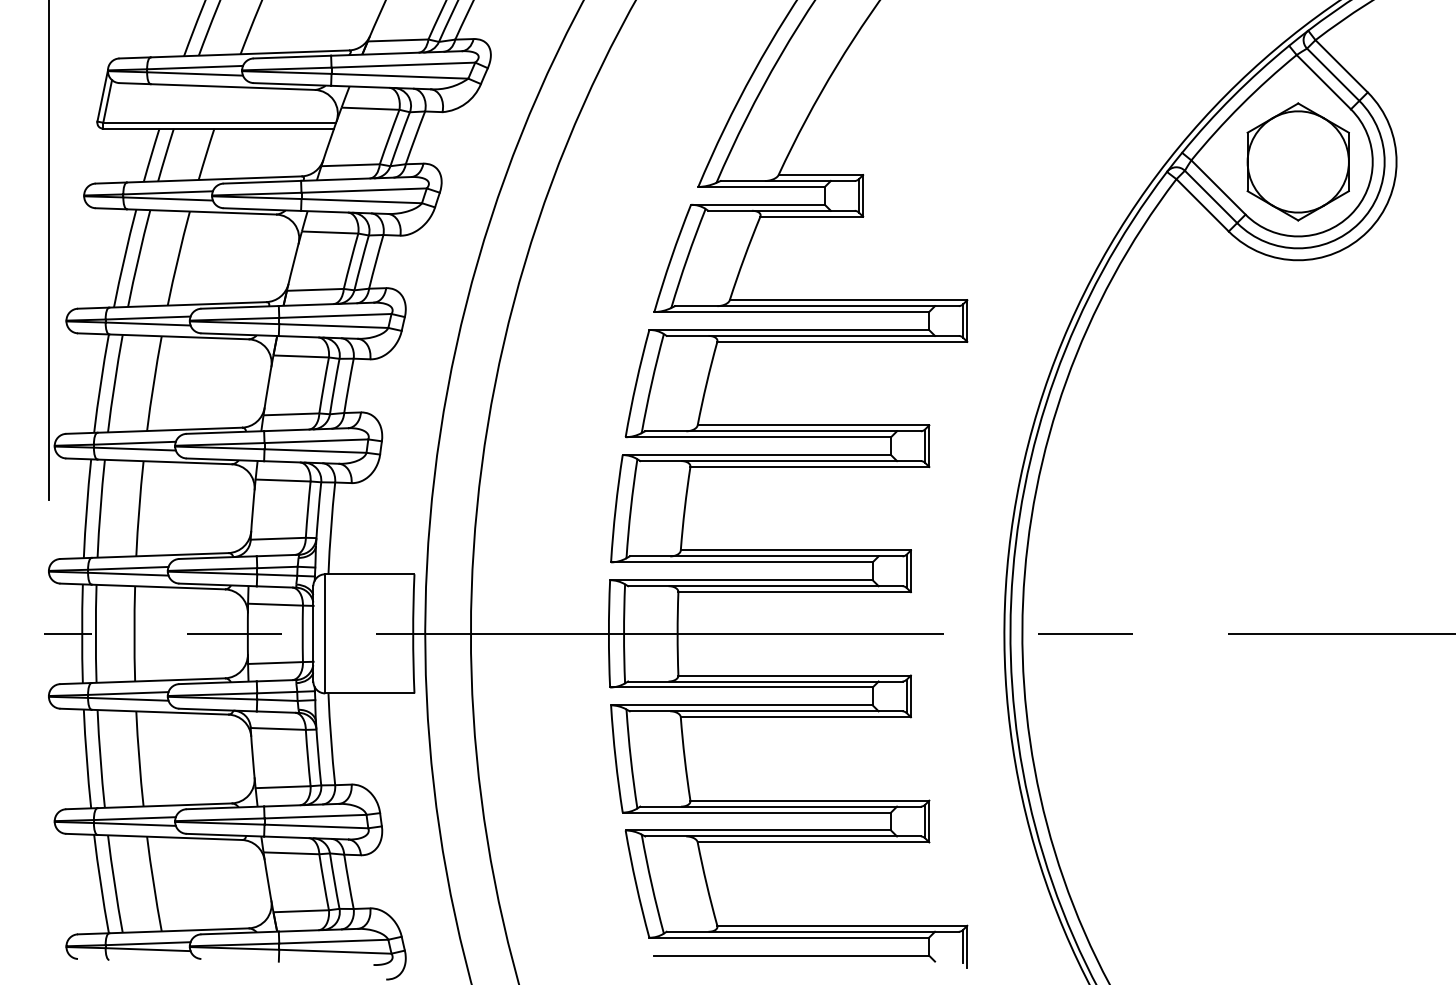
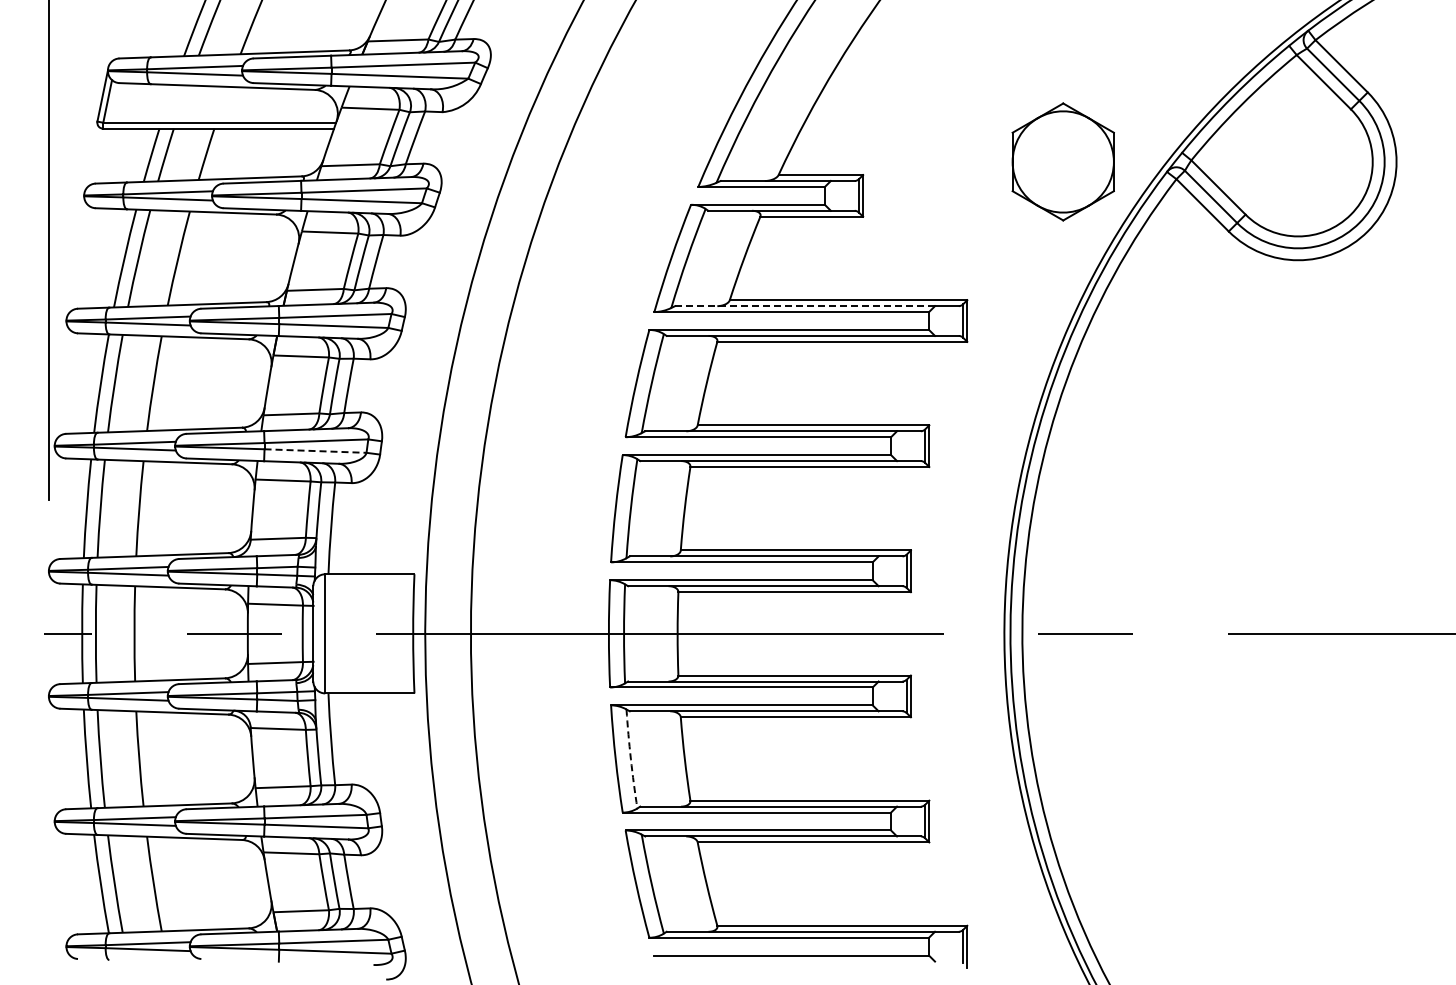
part at (1297, 161) position: (1297, 161) -> (1062, 161)
line at (805, 306): solid -> dashed
line at (316, 451): solid -> dashed
arc at (630, 759): solid -> dashed
